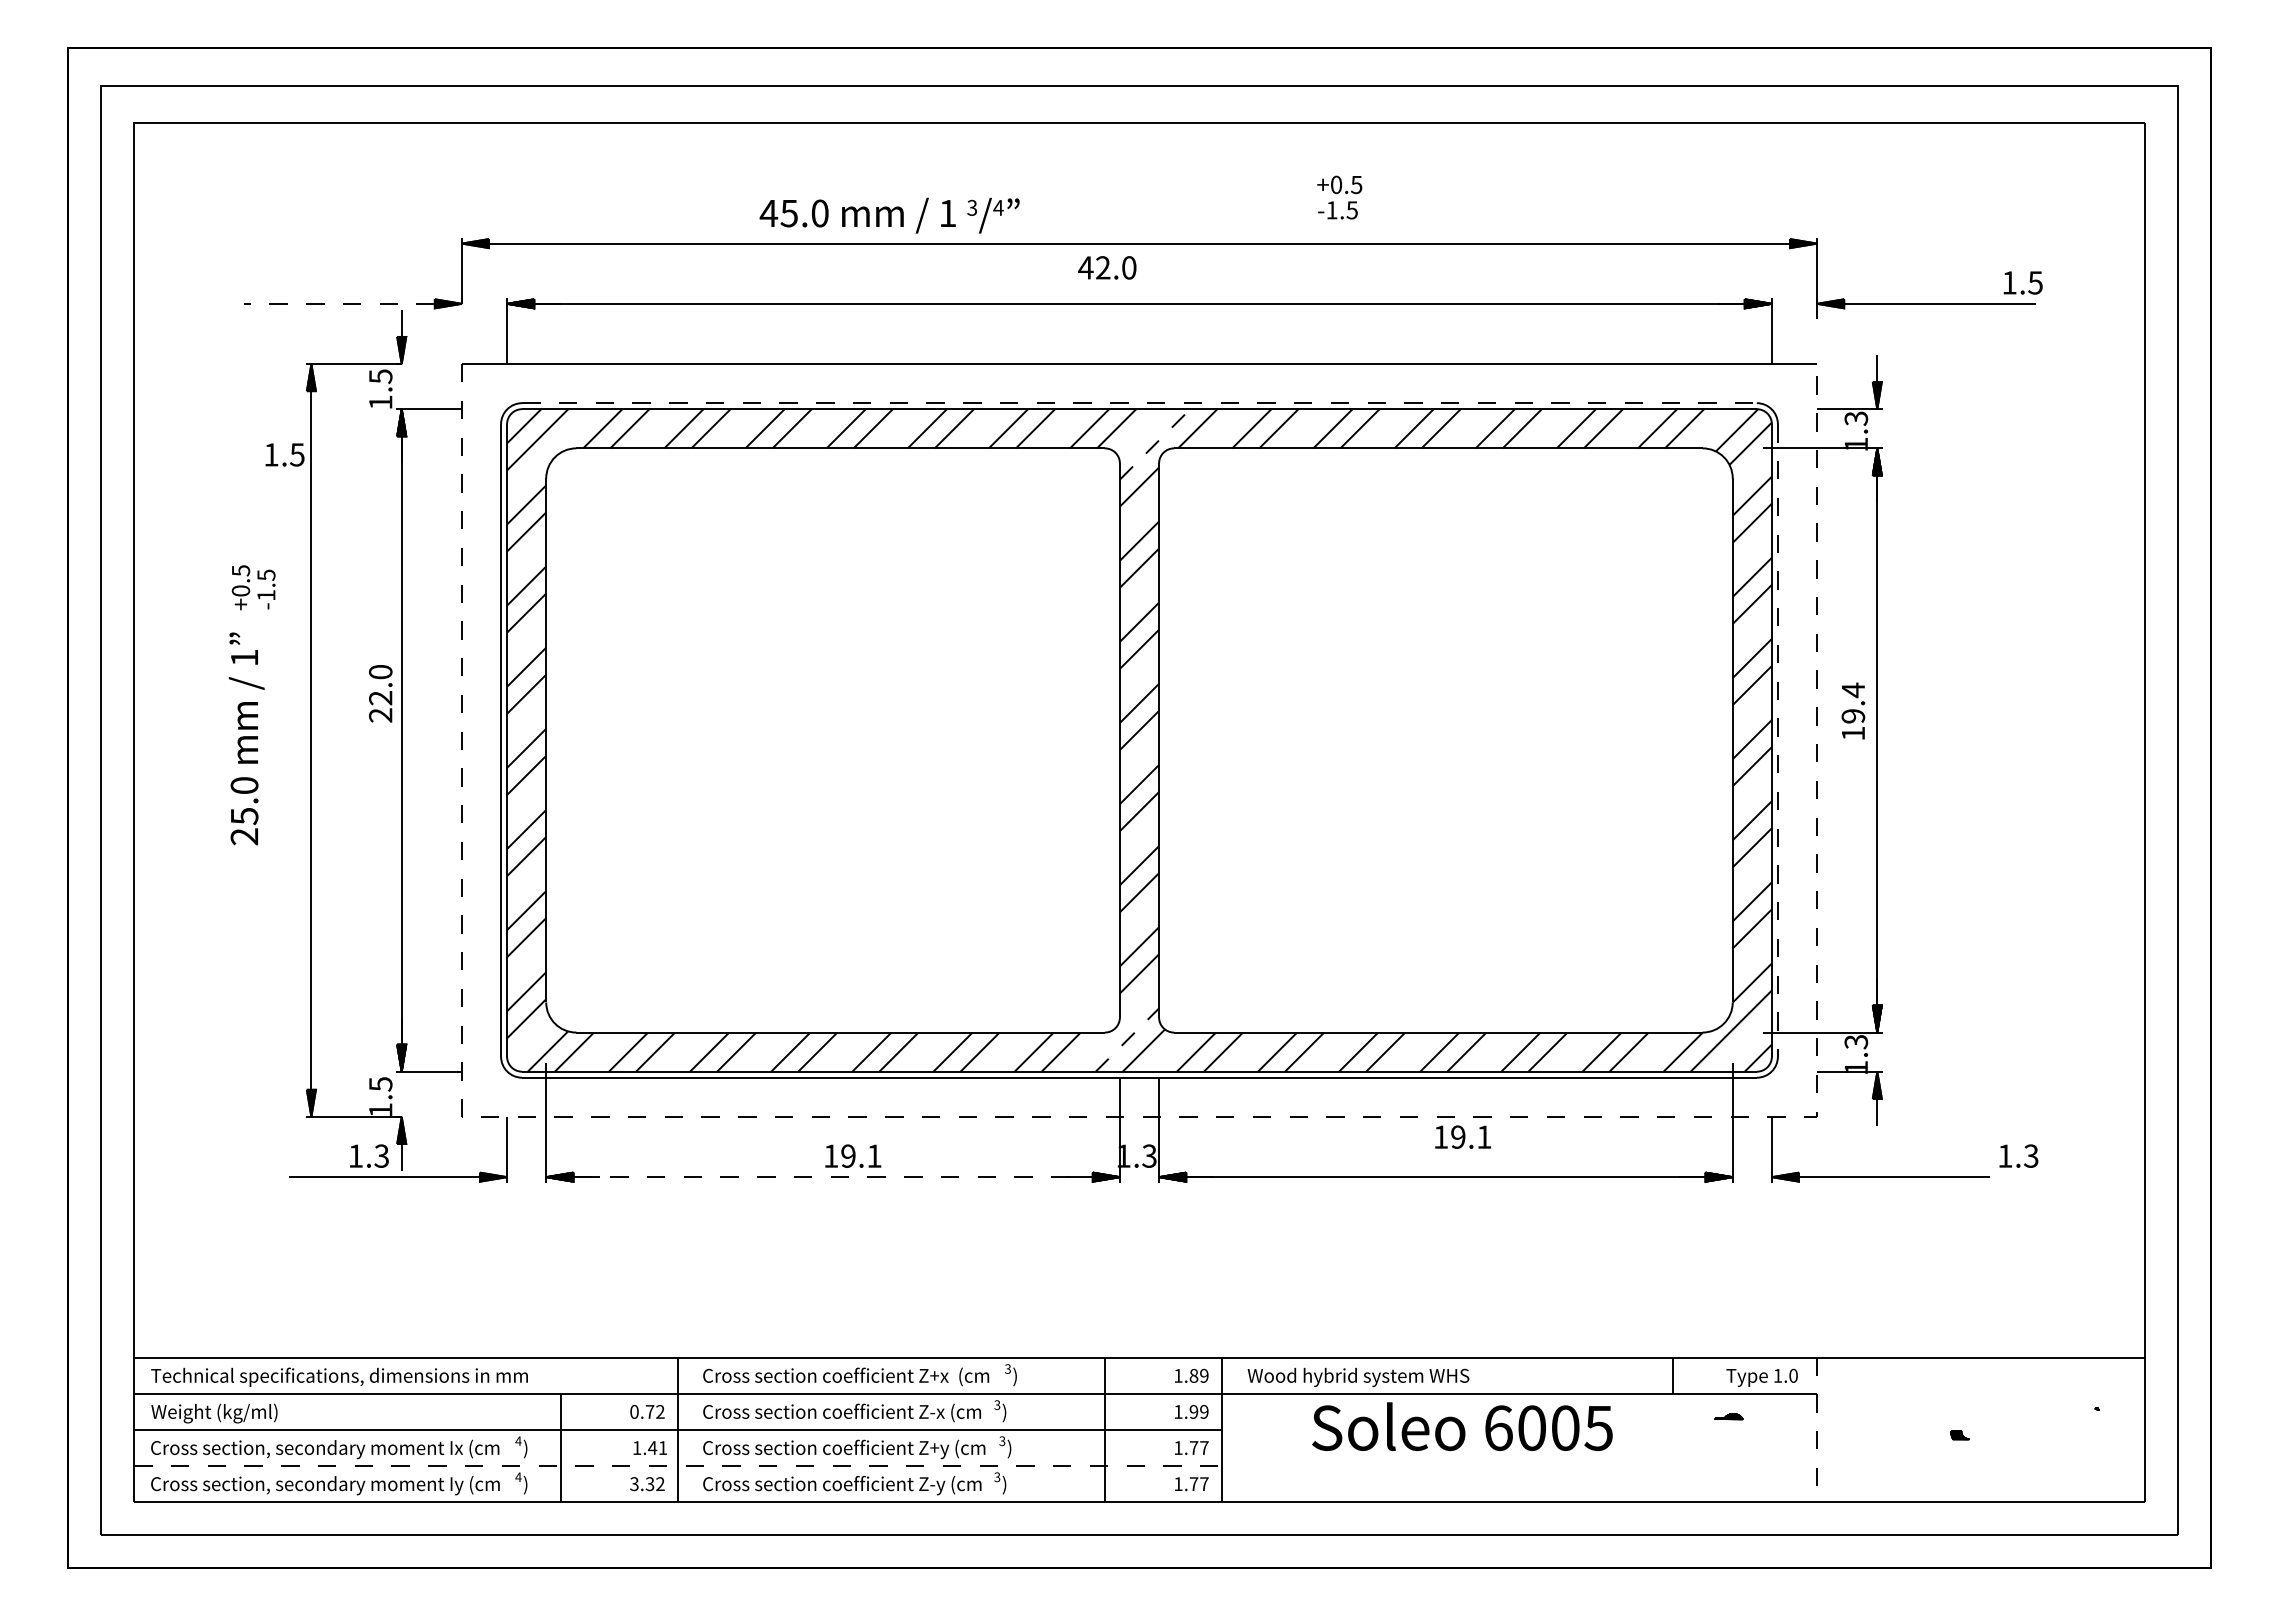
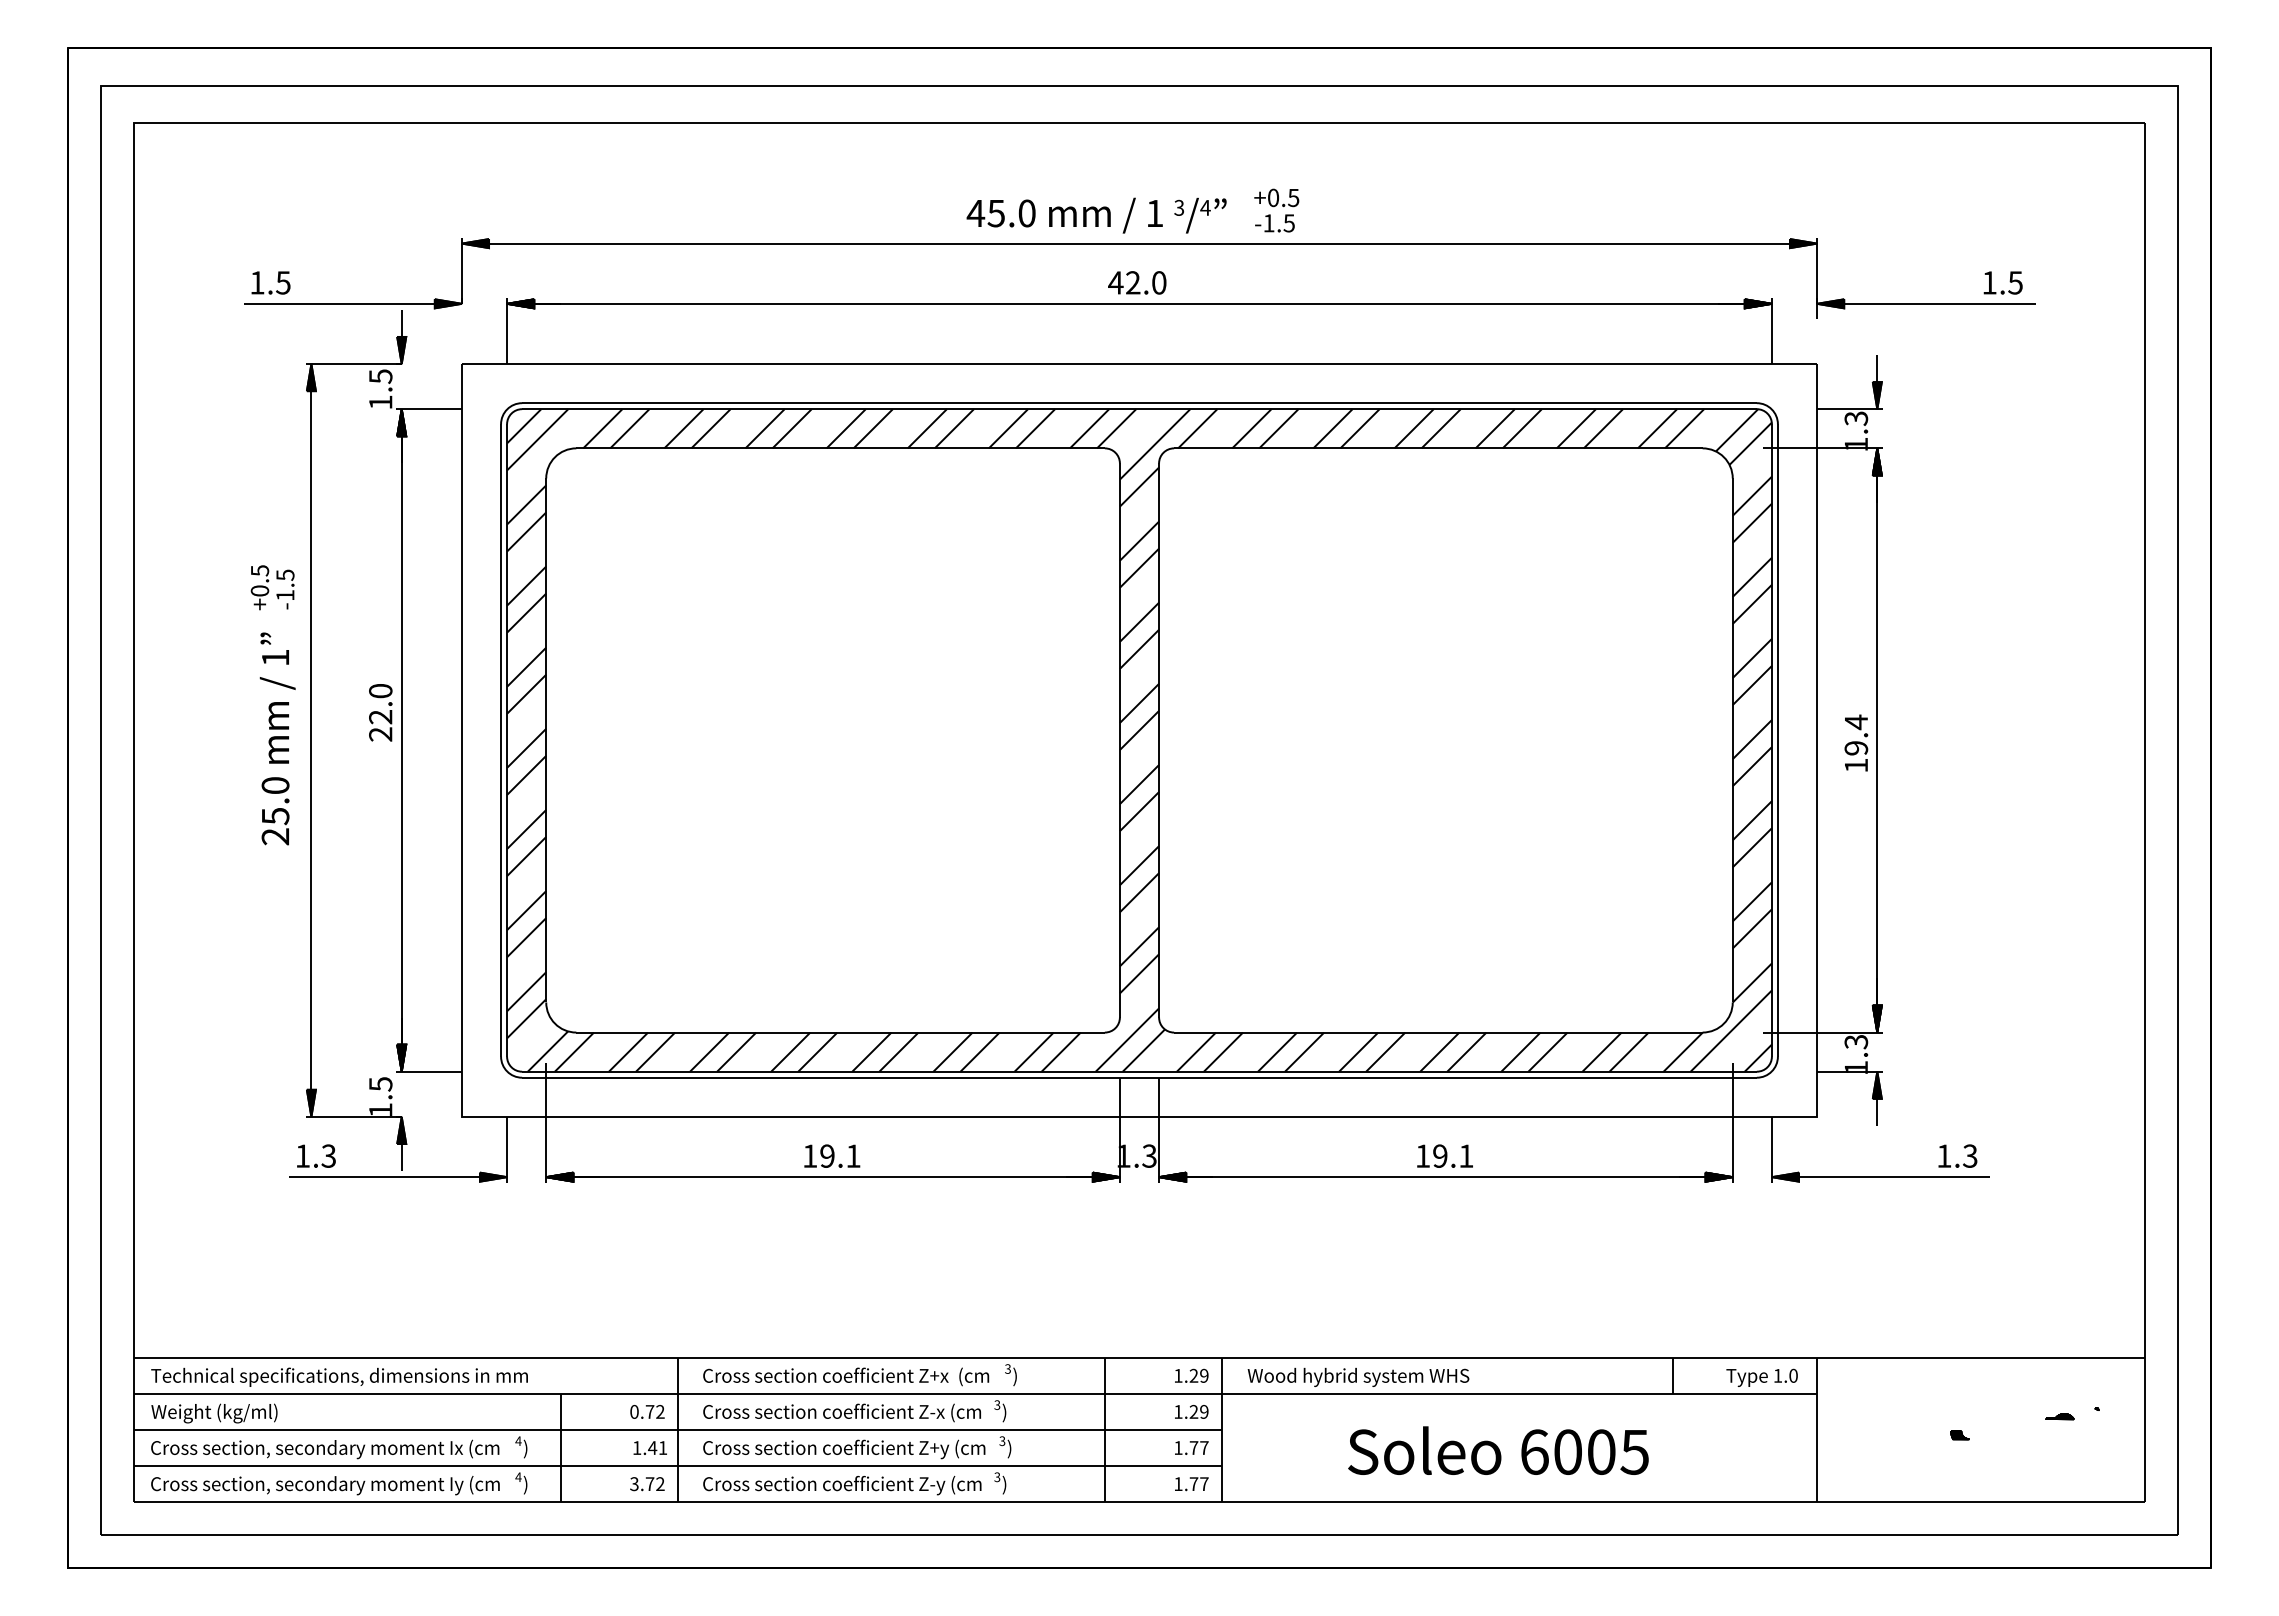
text at (1339, 197) position: (1339, 197) -> (1276, 210)
text at (889, 215) position: (889, 215) -> (1096, 215)
text at (1107, 267) position: (1107, 267) -> (1137, 282)
text at (2022, 282) position: (2022, 282) -> (2002, 282)
line at (339, 303): dashed -> solid
line at (1140, 403): dashed -> solid
line at (1155, 444): dashed -> solid
text at (284, 454) position: (284, 454) -> (270, 282)
text at (253, 587) position: (253, 587) -> (272, 587)
text at (380, 693) position: (380, 693) -> (380, 712)
text at (1853, 710) position: (1853, 710) -> (1856, 742)
text at (246, 738) position: (246, 738) -> (277, 738)
line at (1777, 740): dashed -> solid
line at (1127, 1040): dashed -> solid
line at (1139, 1116): dashed -> solid
text at (1462, 1136) position: (1462, 1136) -> (1444, 1155)
text at (369, 1155) position: (369, 1155) -> (316, 1155)
text at (853, 1155) position: (853, 1155) -> (832, 1155)
text at (2018, 1155) position: (2018, 1155) -> (1957, 1155)
line at (833, 1177): dashed -> solid
text at (1193, 1375): 1.89 -> 1.29
text at (1193, 1411): 1.99 -> 1.29
part at (1728, 1416) position: (1728, 1416) -> (2059, 1416)
text at (1462, 1426) position: (1462, 1426) -> (1498, 1450)
line at (1817, 1430): dashed -> solid
line at (678, 1465): dashed -> solid
text at (649, 1484): 3.32 -> 3.72
